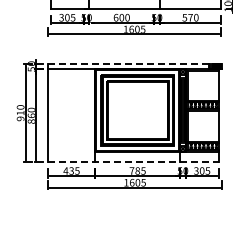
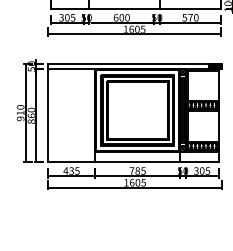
line at (135, 63): dashed -> solid
line at (133, 162): dashed -> solid
